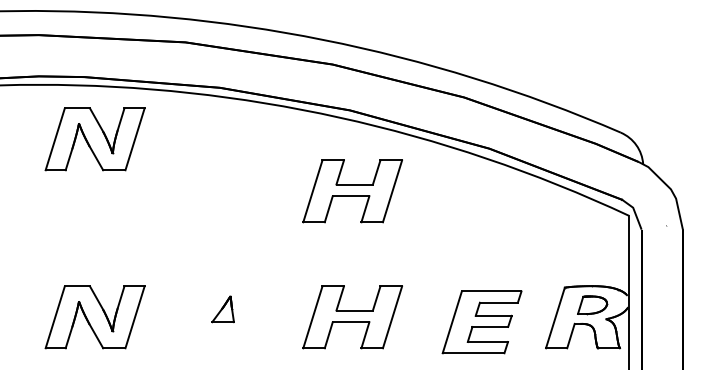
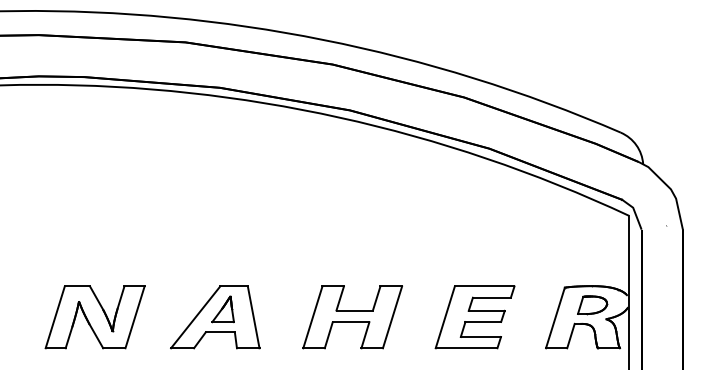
part at (94, 139): present -> none
part at (352, 191): present -> none
part at (215, 317): none -> present
part at (481, 322) position: (481, 322) -> (474, 317)
